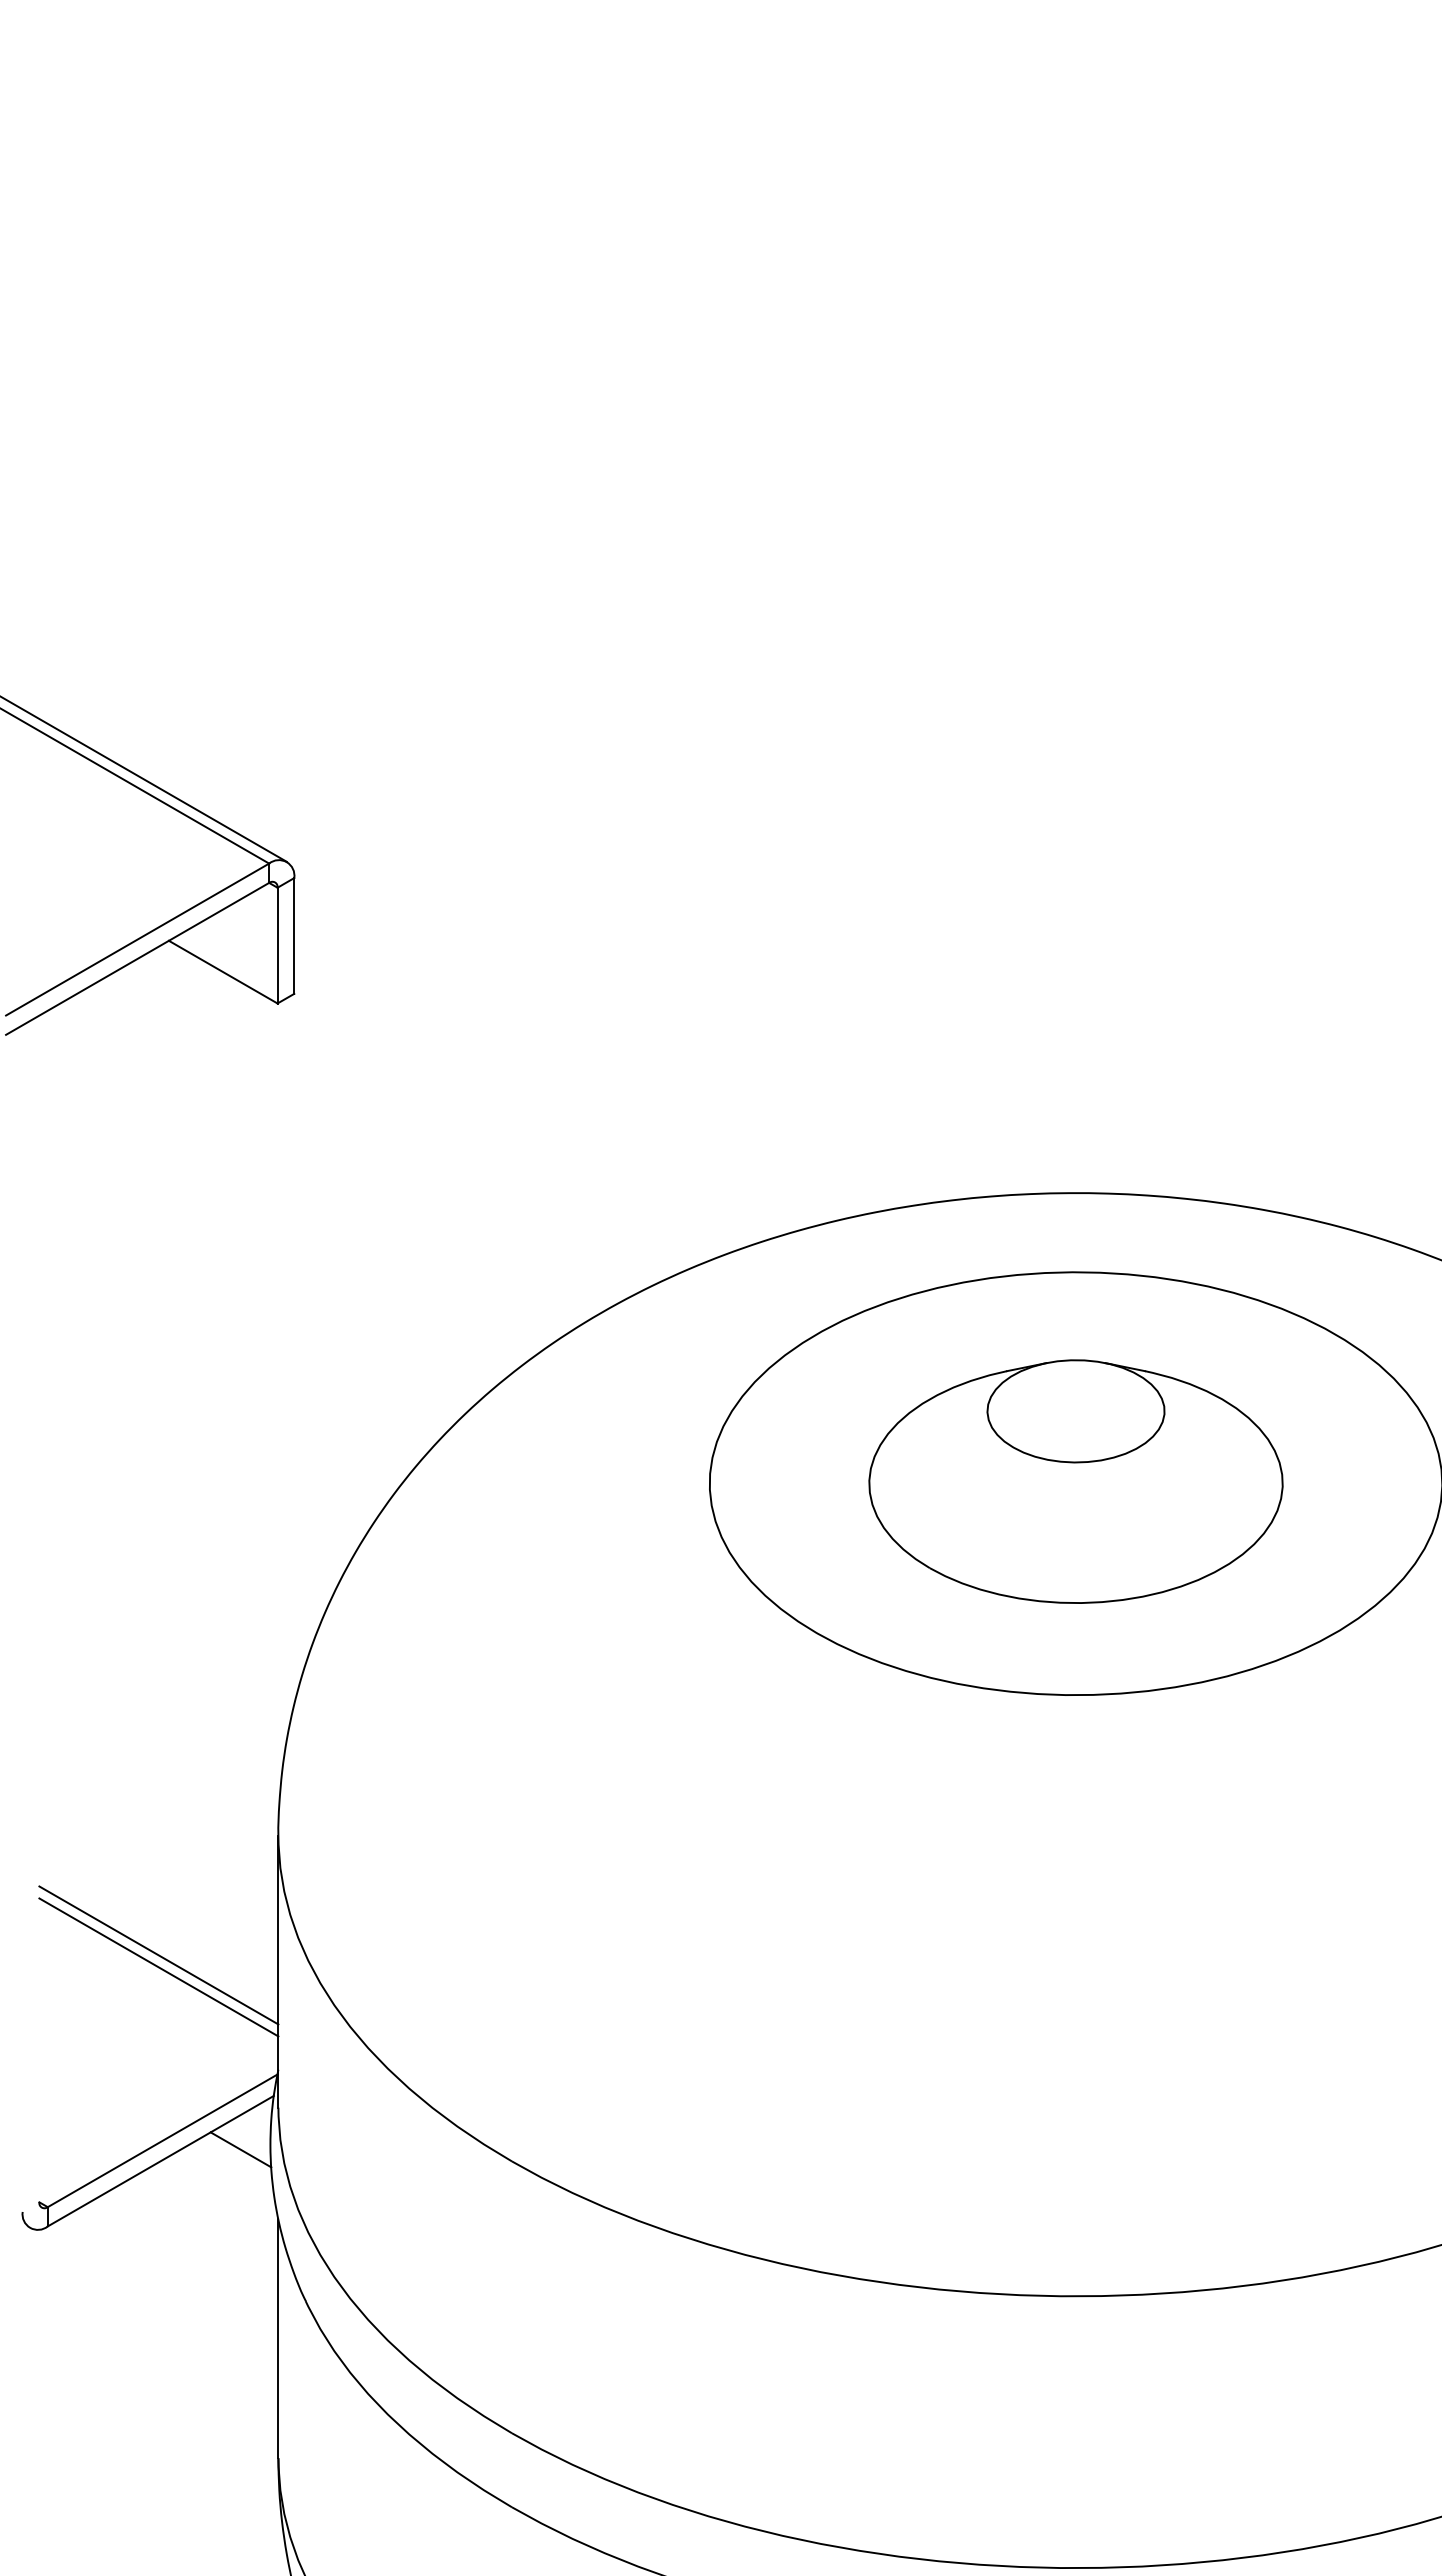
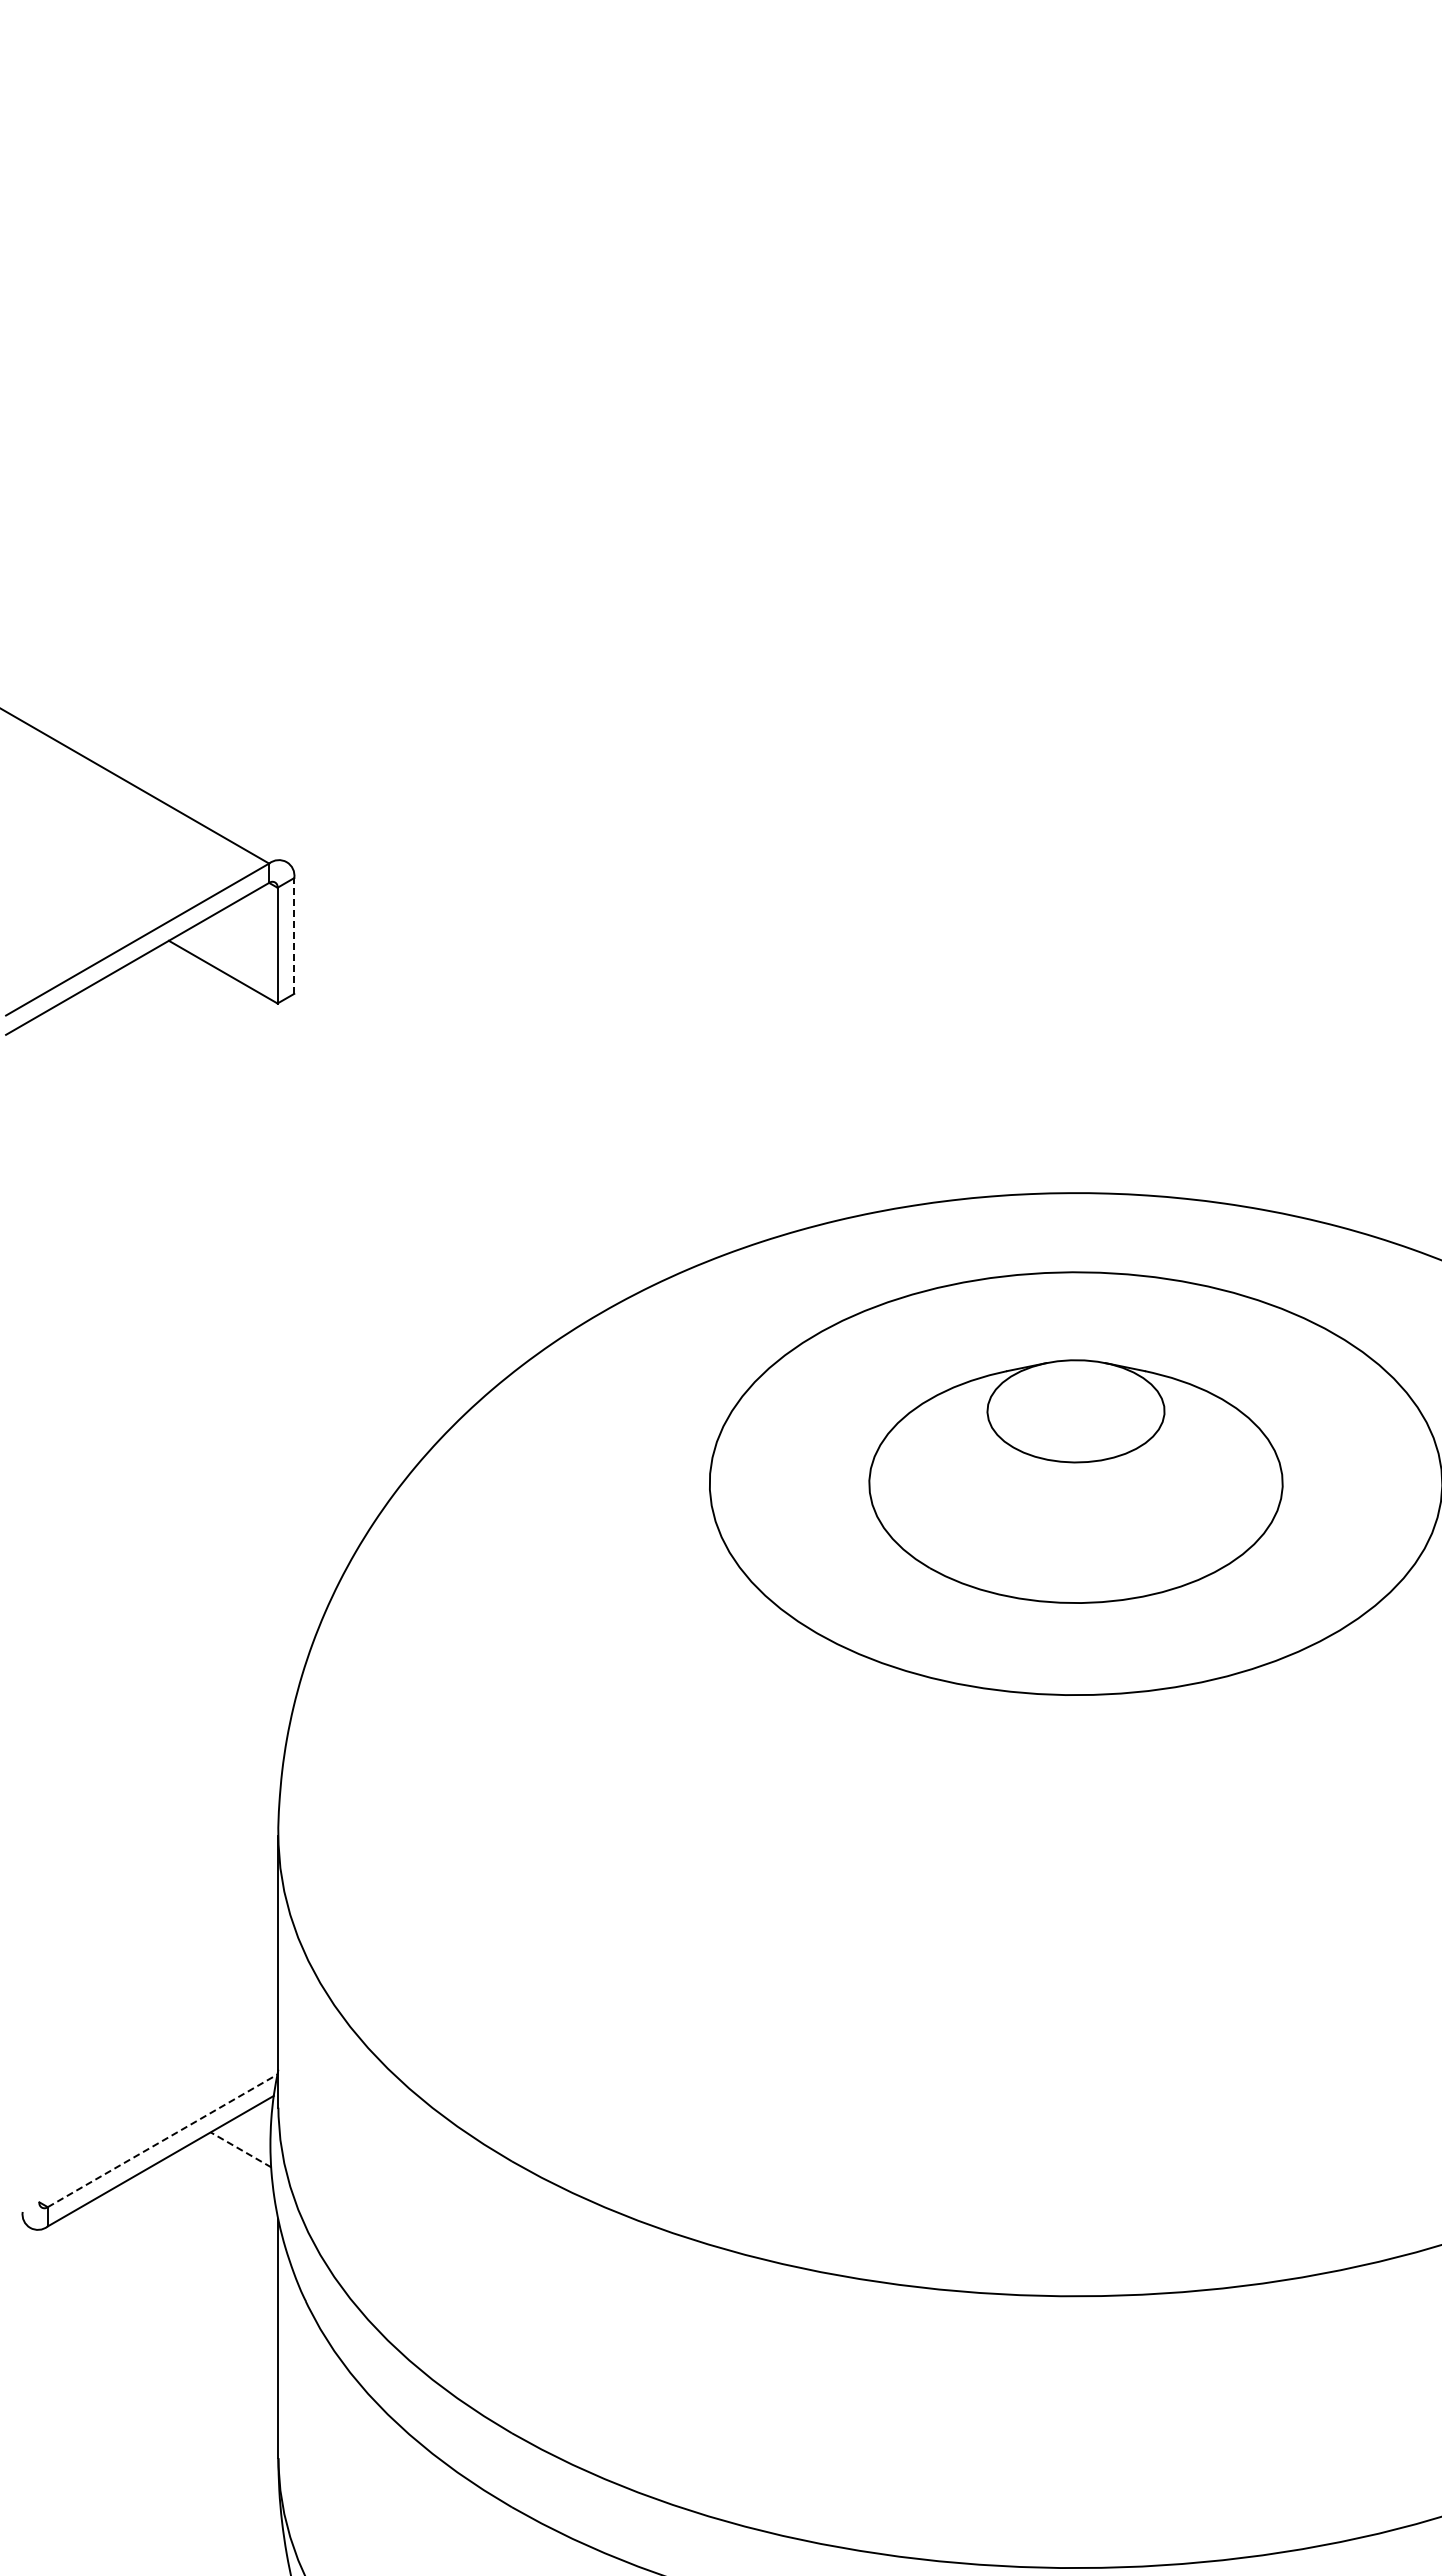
line at (144, 779): present -> none
line at (294, 935): solid -> dashed
line at (158, 1955): present -> none
line at (158, 1967): present -> none
line at (162, 2140): solid -> dashed
line at (241, 2149): solid -> dashed
